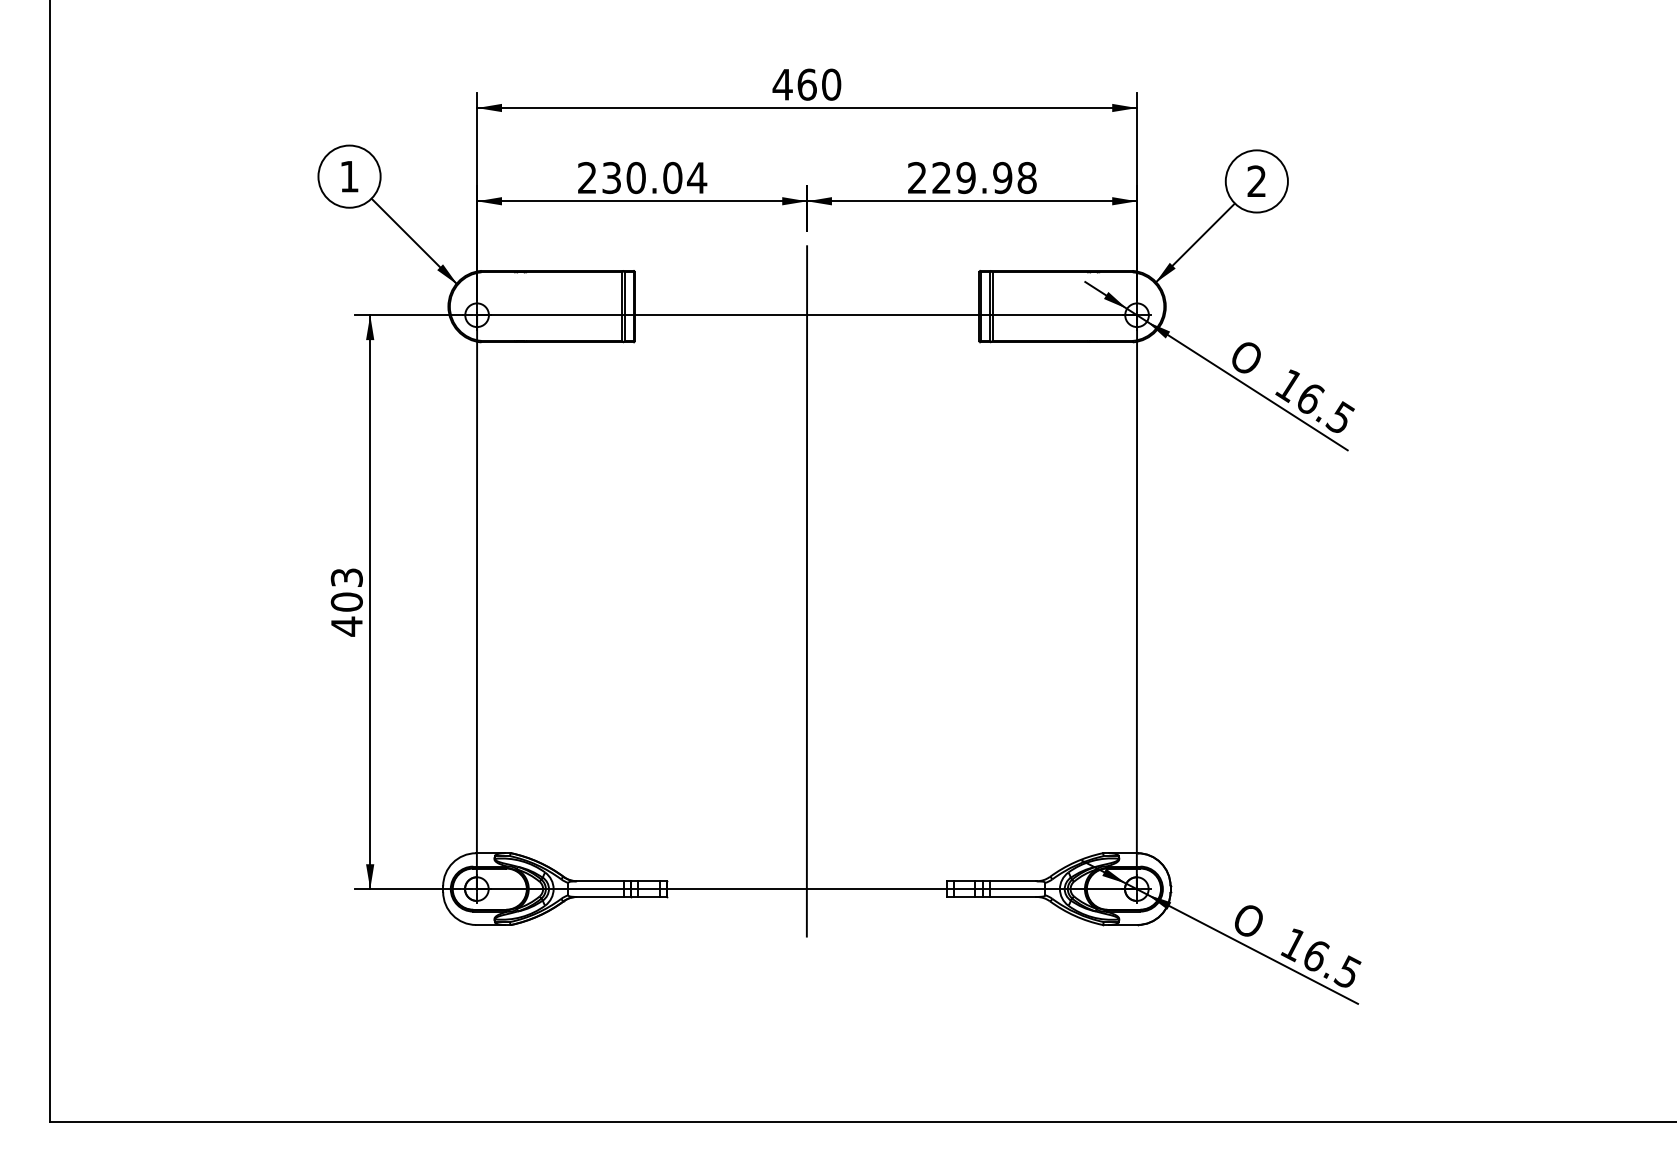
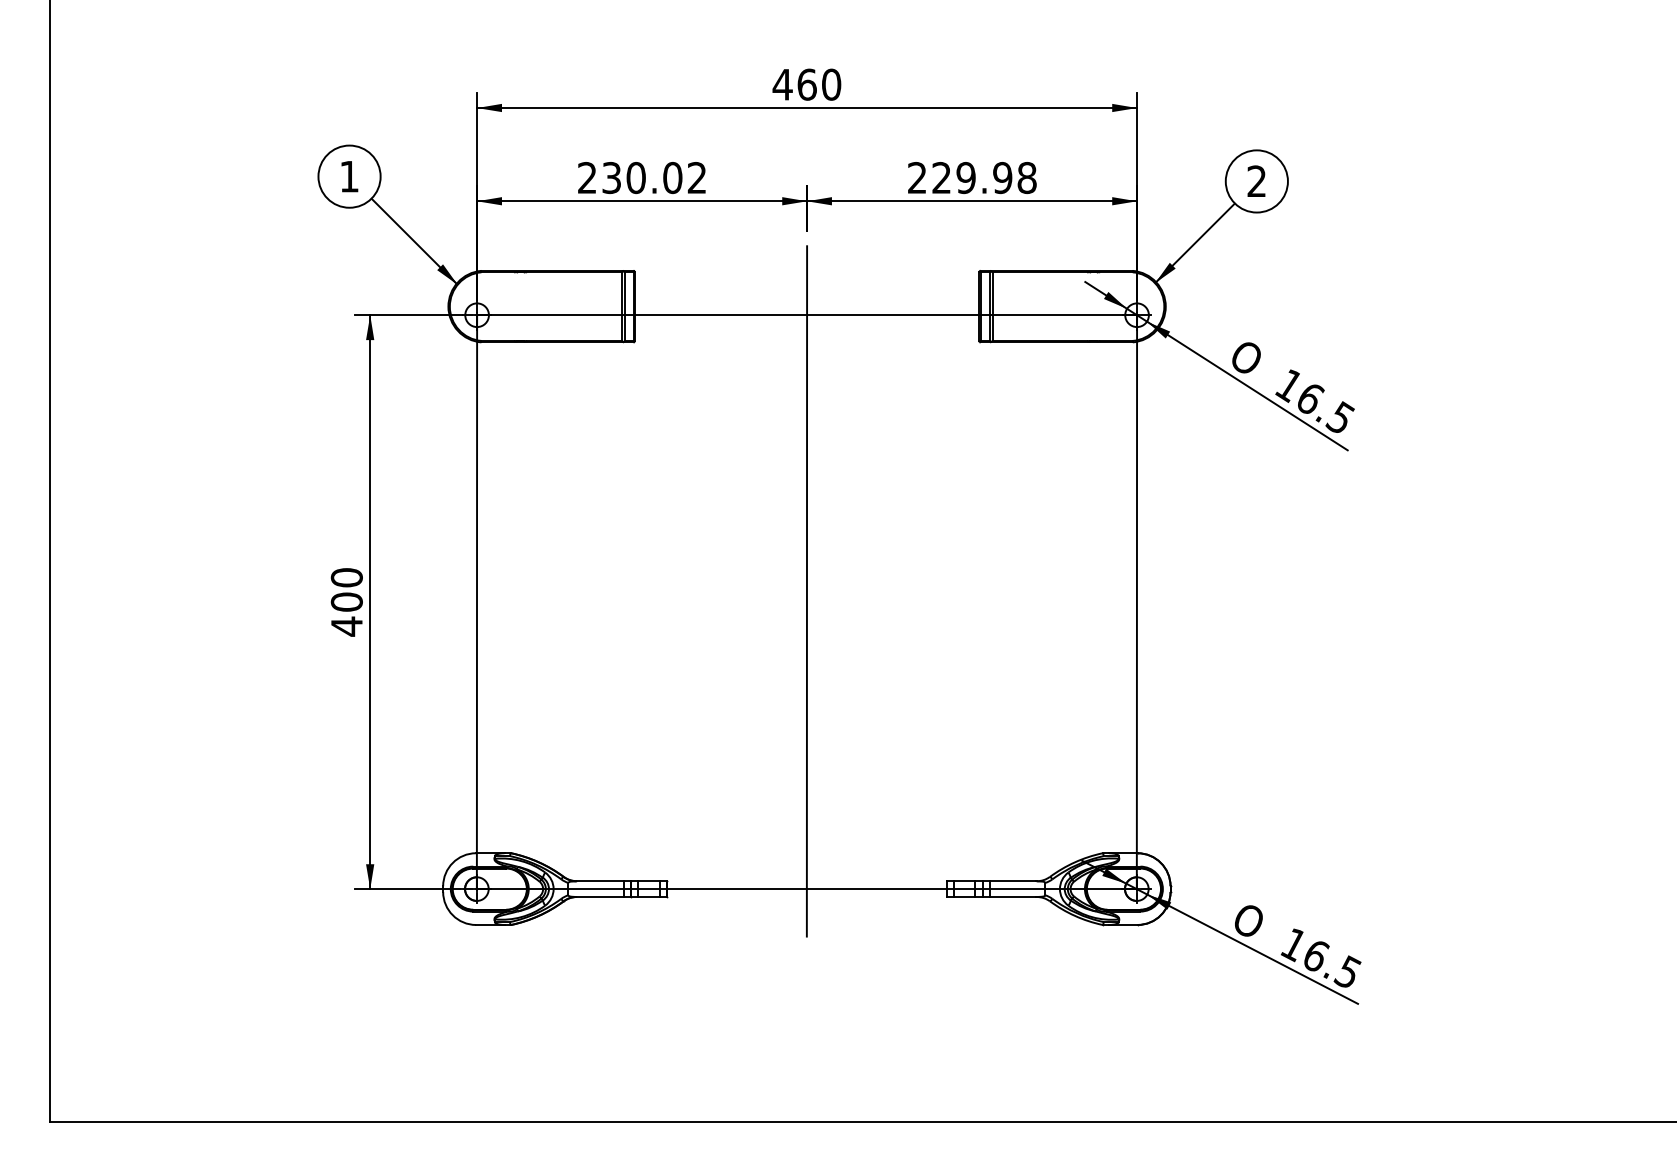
text at (697, 177): 230.04 -> 230.02
text at (346, 577): 403 -> 400
